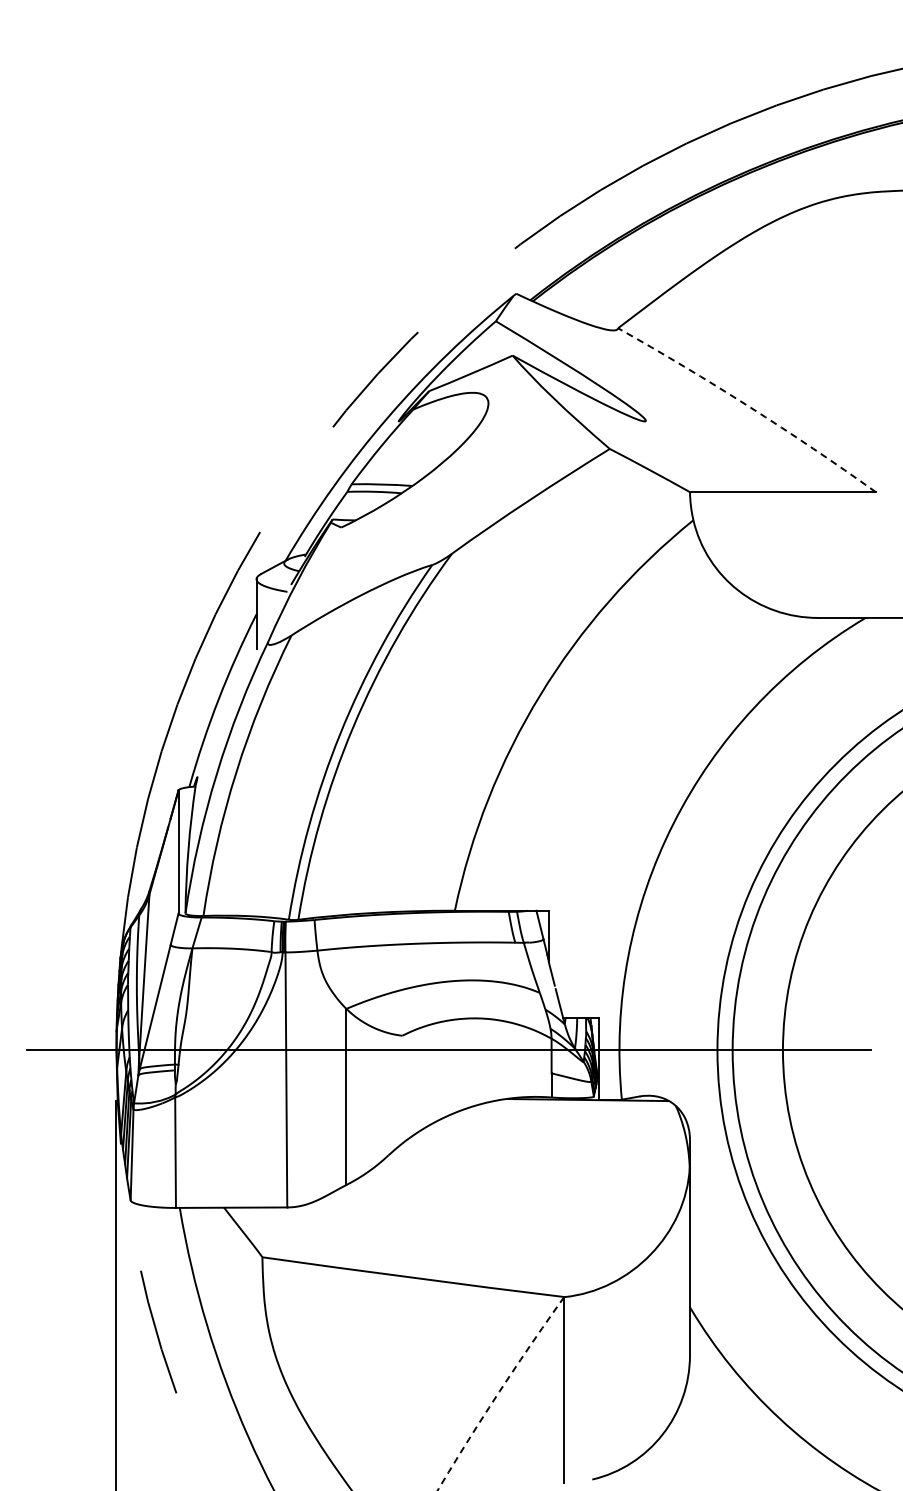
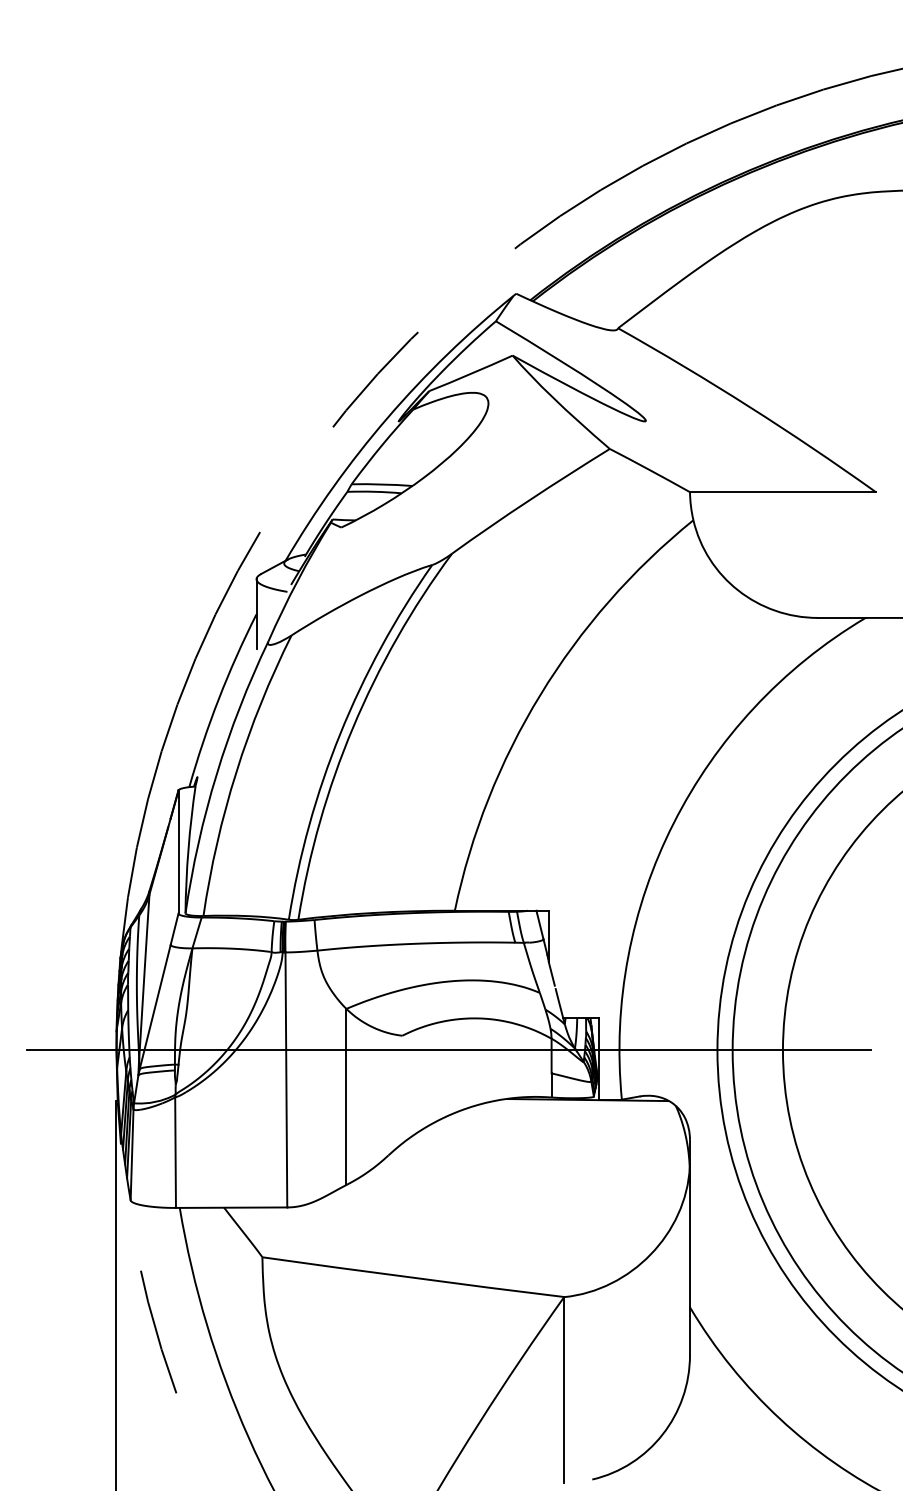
arc at (749, 406): dashed -> solid
arc at (498, 1392): dashed -> solid
